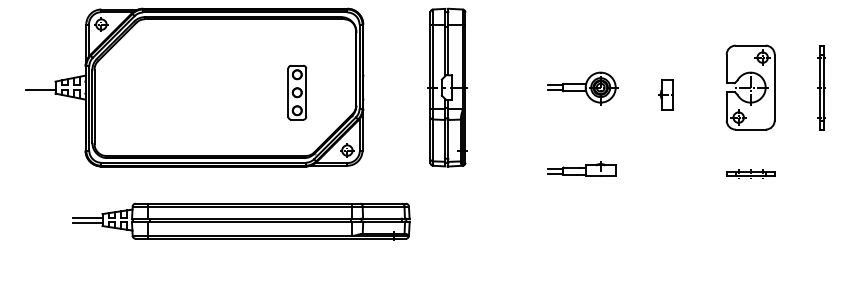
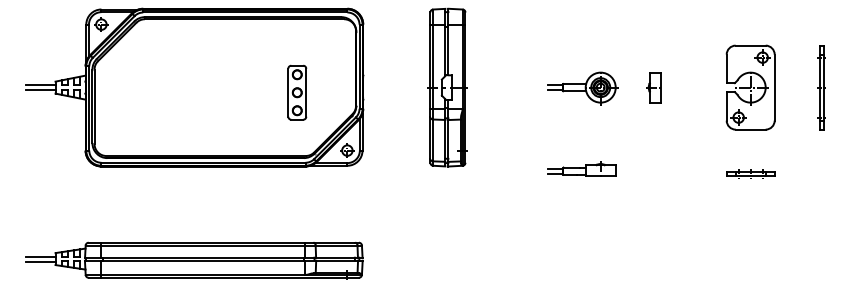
line at (40, 85): none -> present
part at (665, 94) position: (665, 94) -> (653, 87)
part at (241, 221) position: (241, 221) -> (194, 260)
